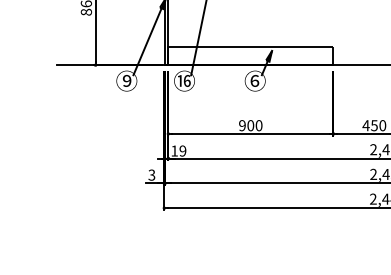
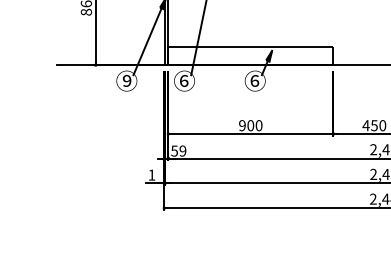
text at (184, 80): ⑯ -> ⑥
text at (174, 150): 19 -> 59
text at (151, 174): 3 -> 1
